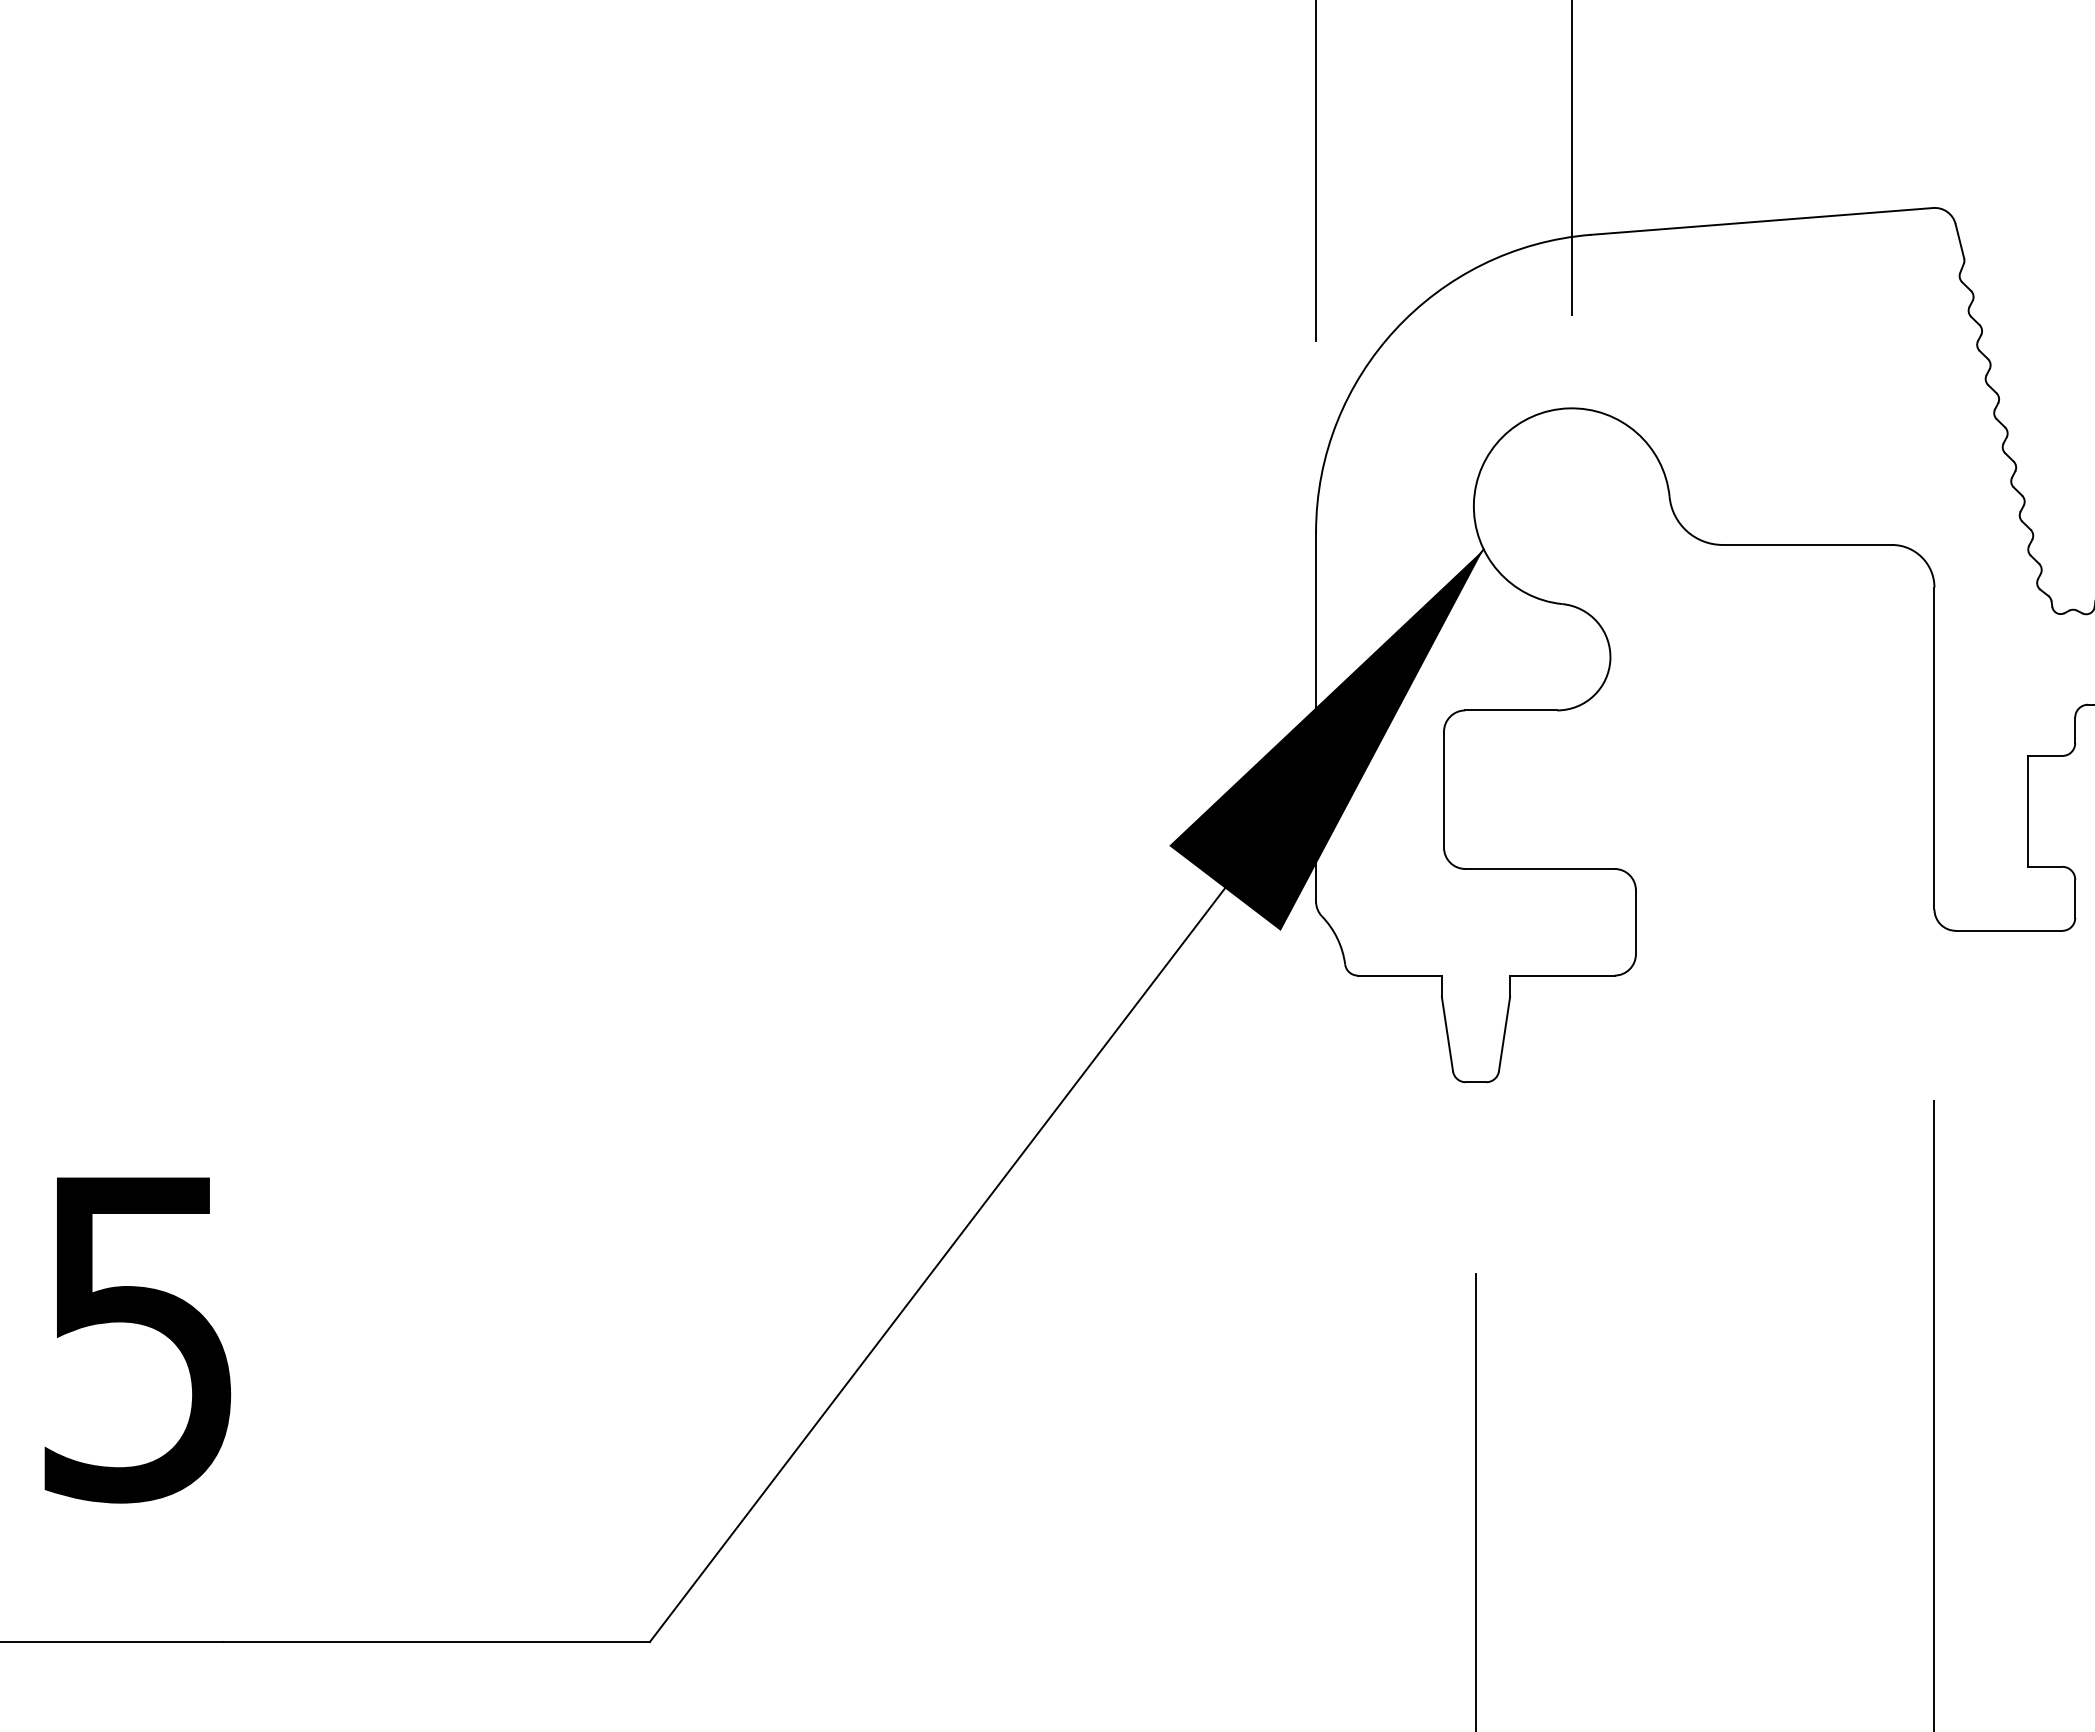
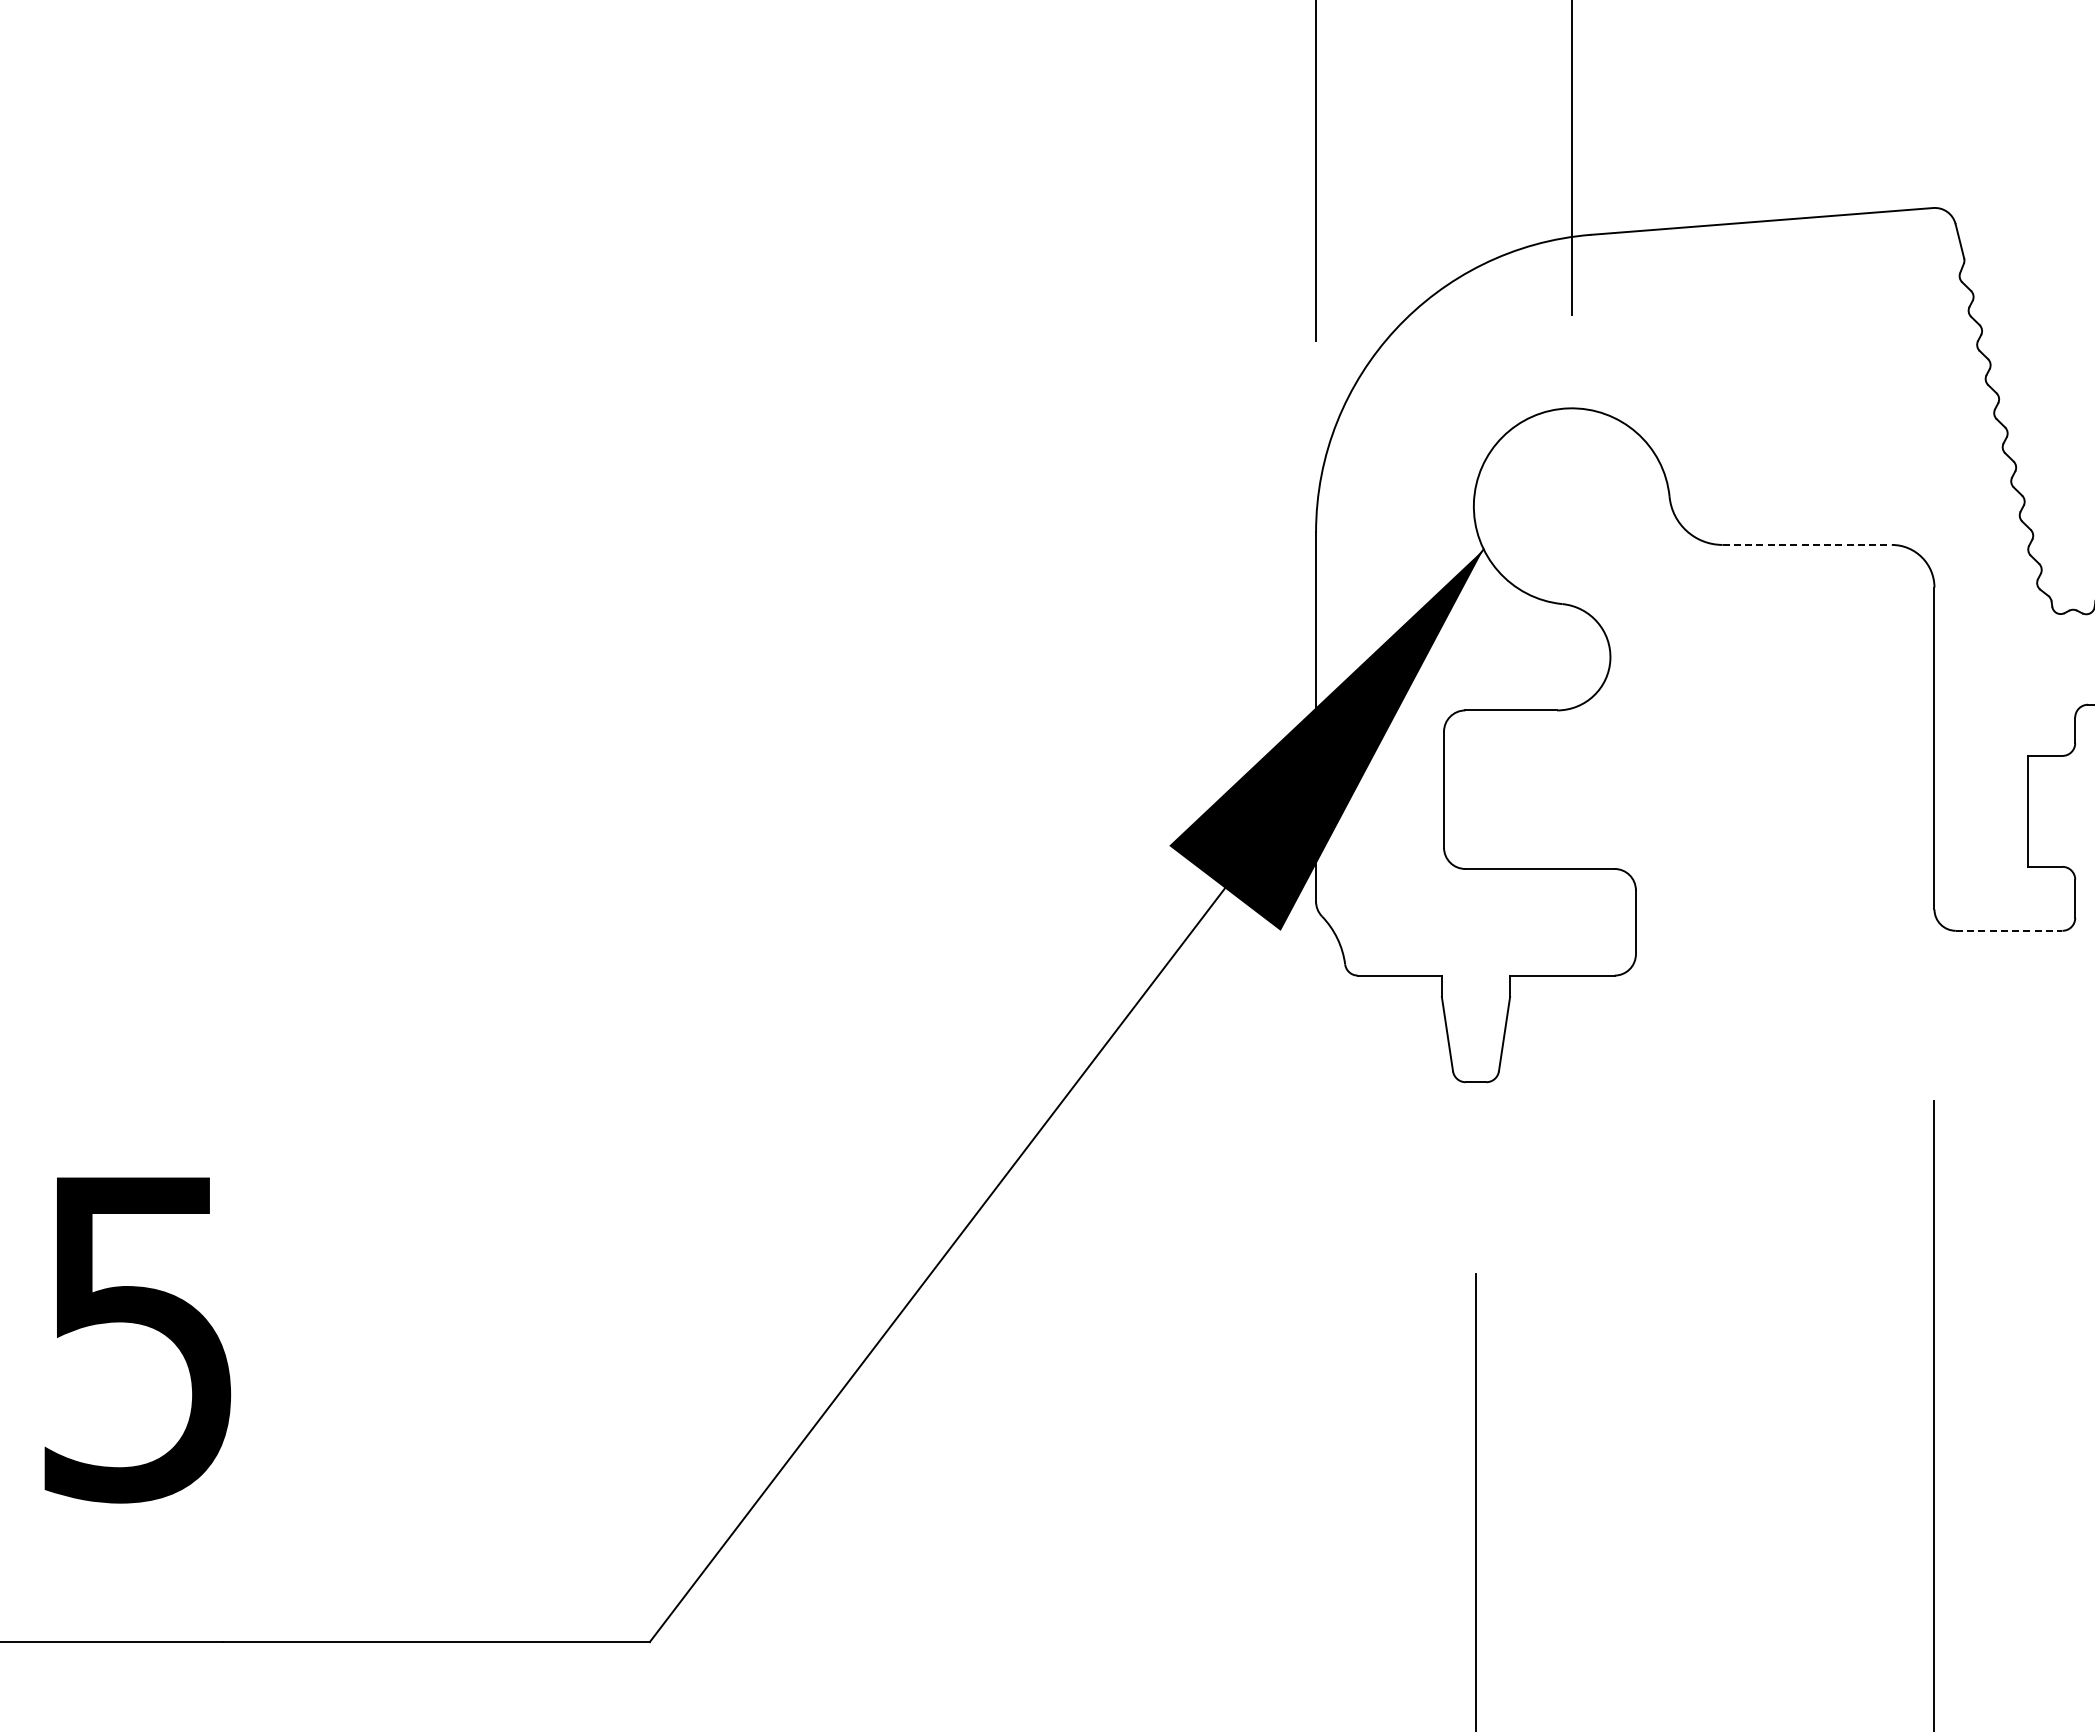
line at (1807, 544): solid -> dashed
line at (2009, 930): solid -> dashed
